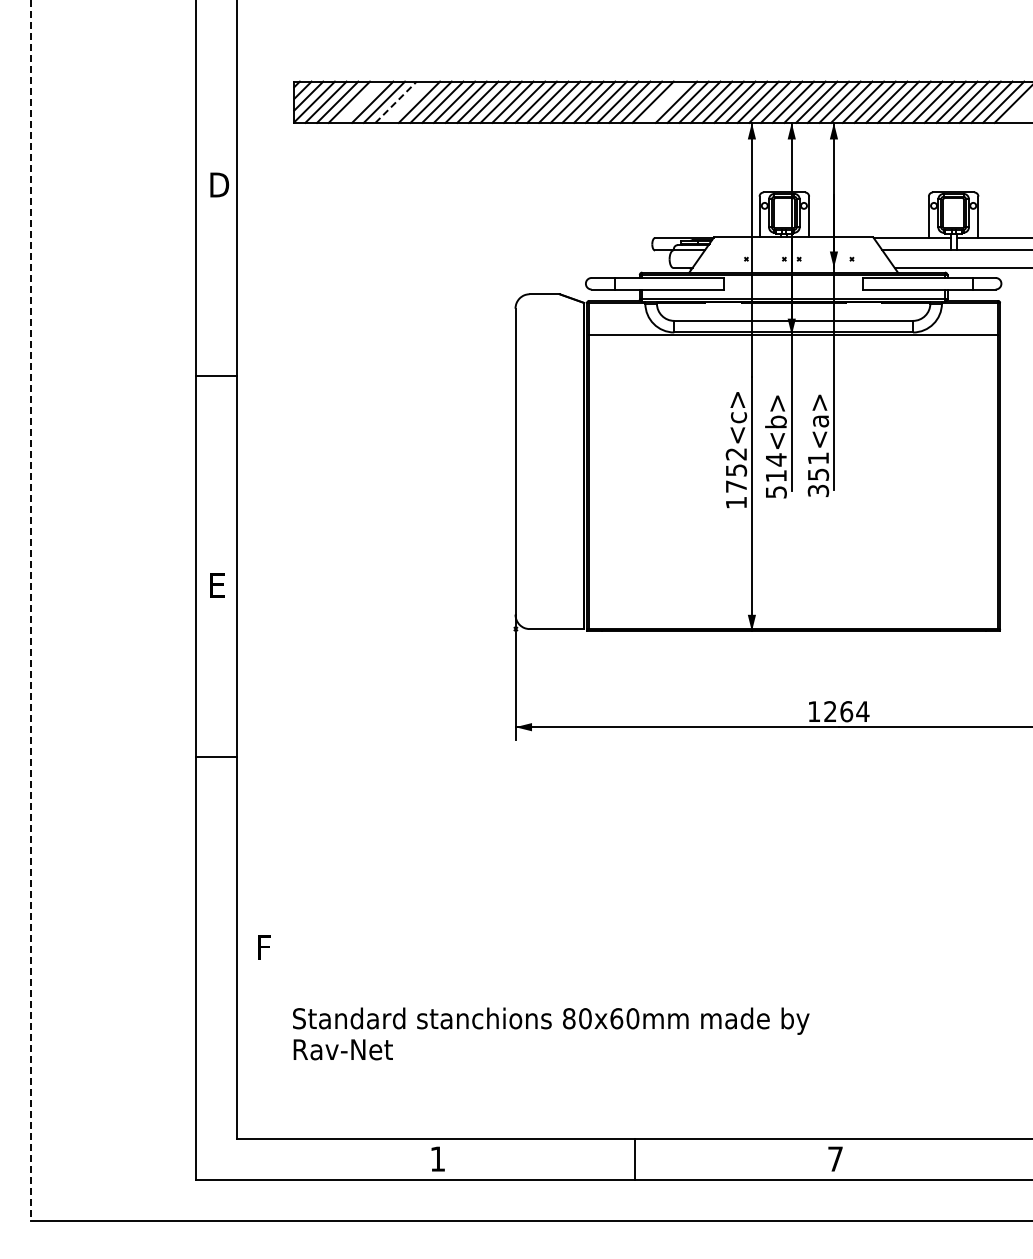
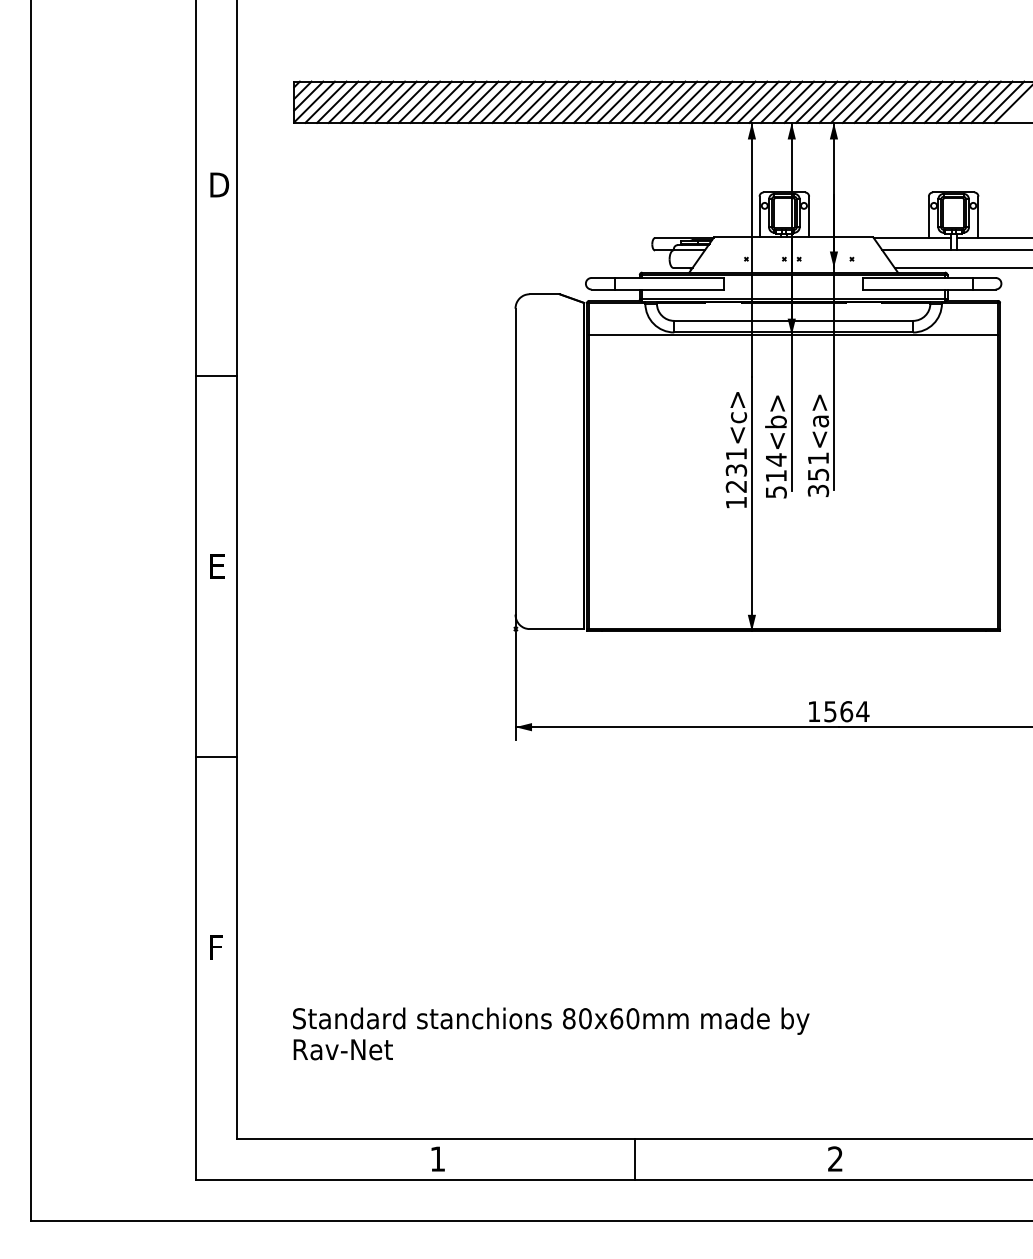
line at (360, 101): none -> present
line at (396, 101): dashed -> solid
line at (407, 101): none -> present
line at (664, 101): none -> present
text at (735, 470): 1752<c> -> 1231<c>
text at (217, 585) position: (217, 585) -> (217, 566)
line at (30, 611): dashed -> solid
text at (830, 711): 1264 -> 1564
text at (264, 947) position: (264, 947) -> (216, 947)
text at (835, 1158): 7 -> 2
